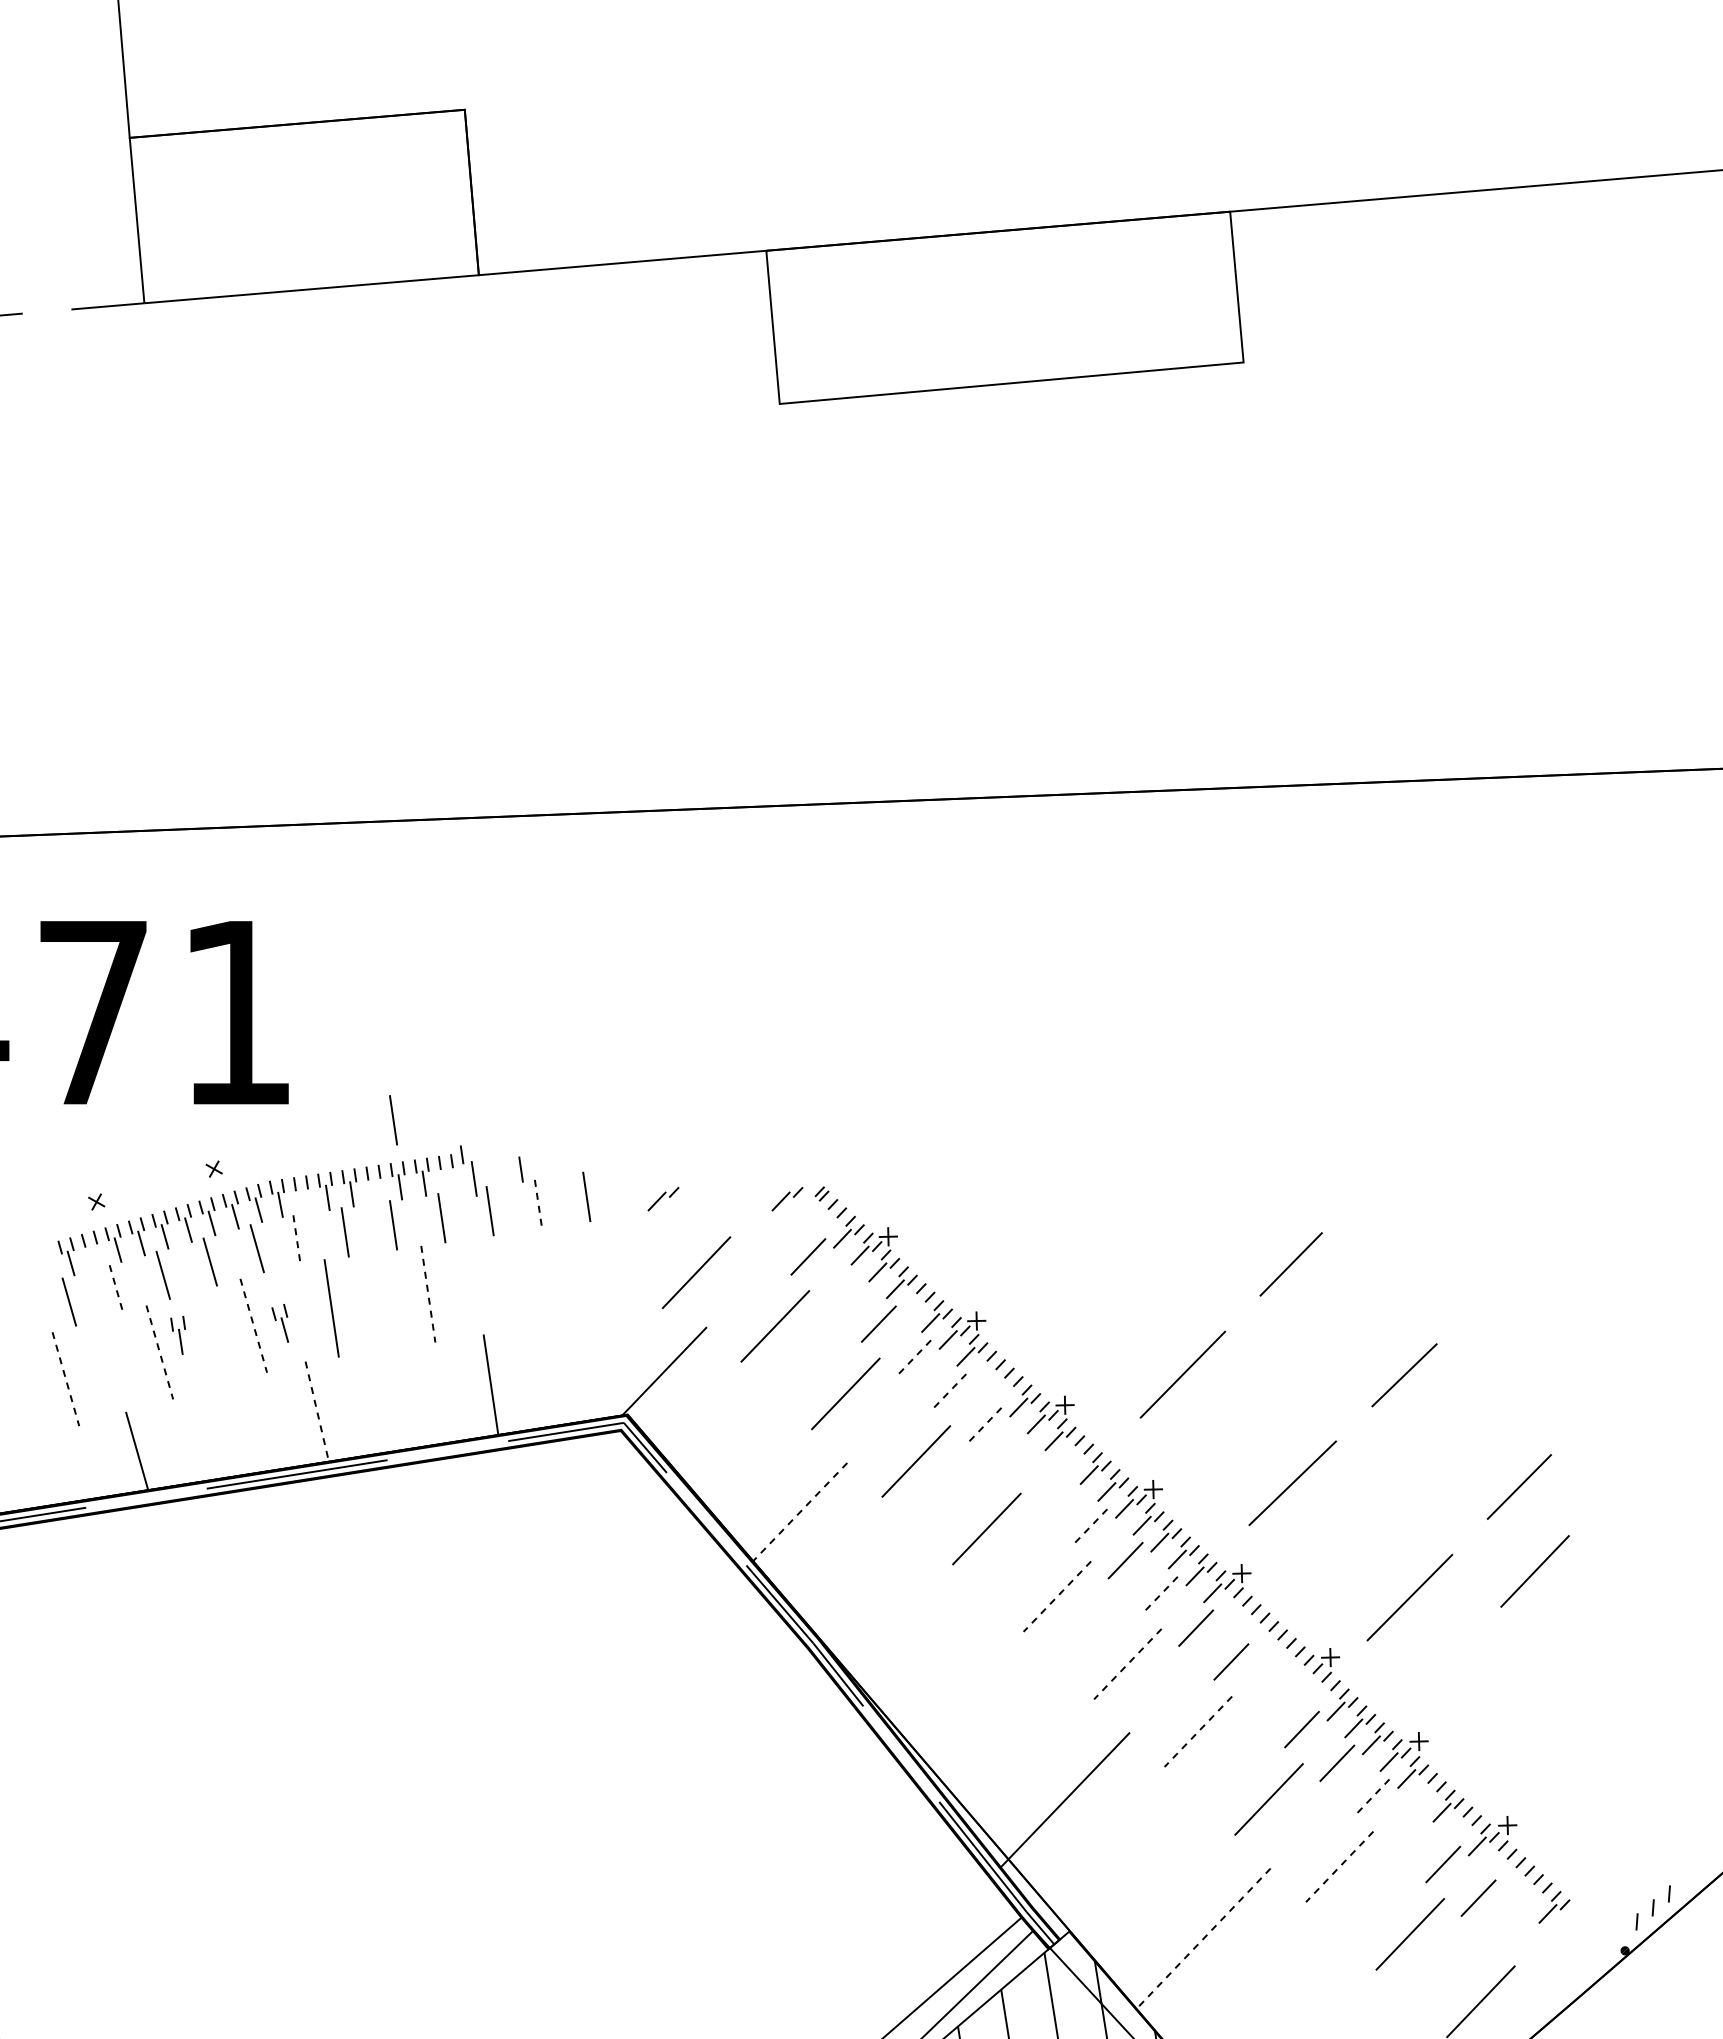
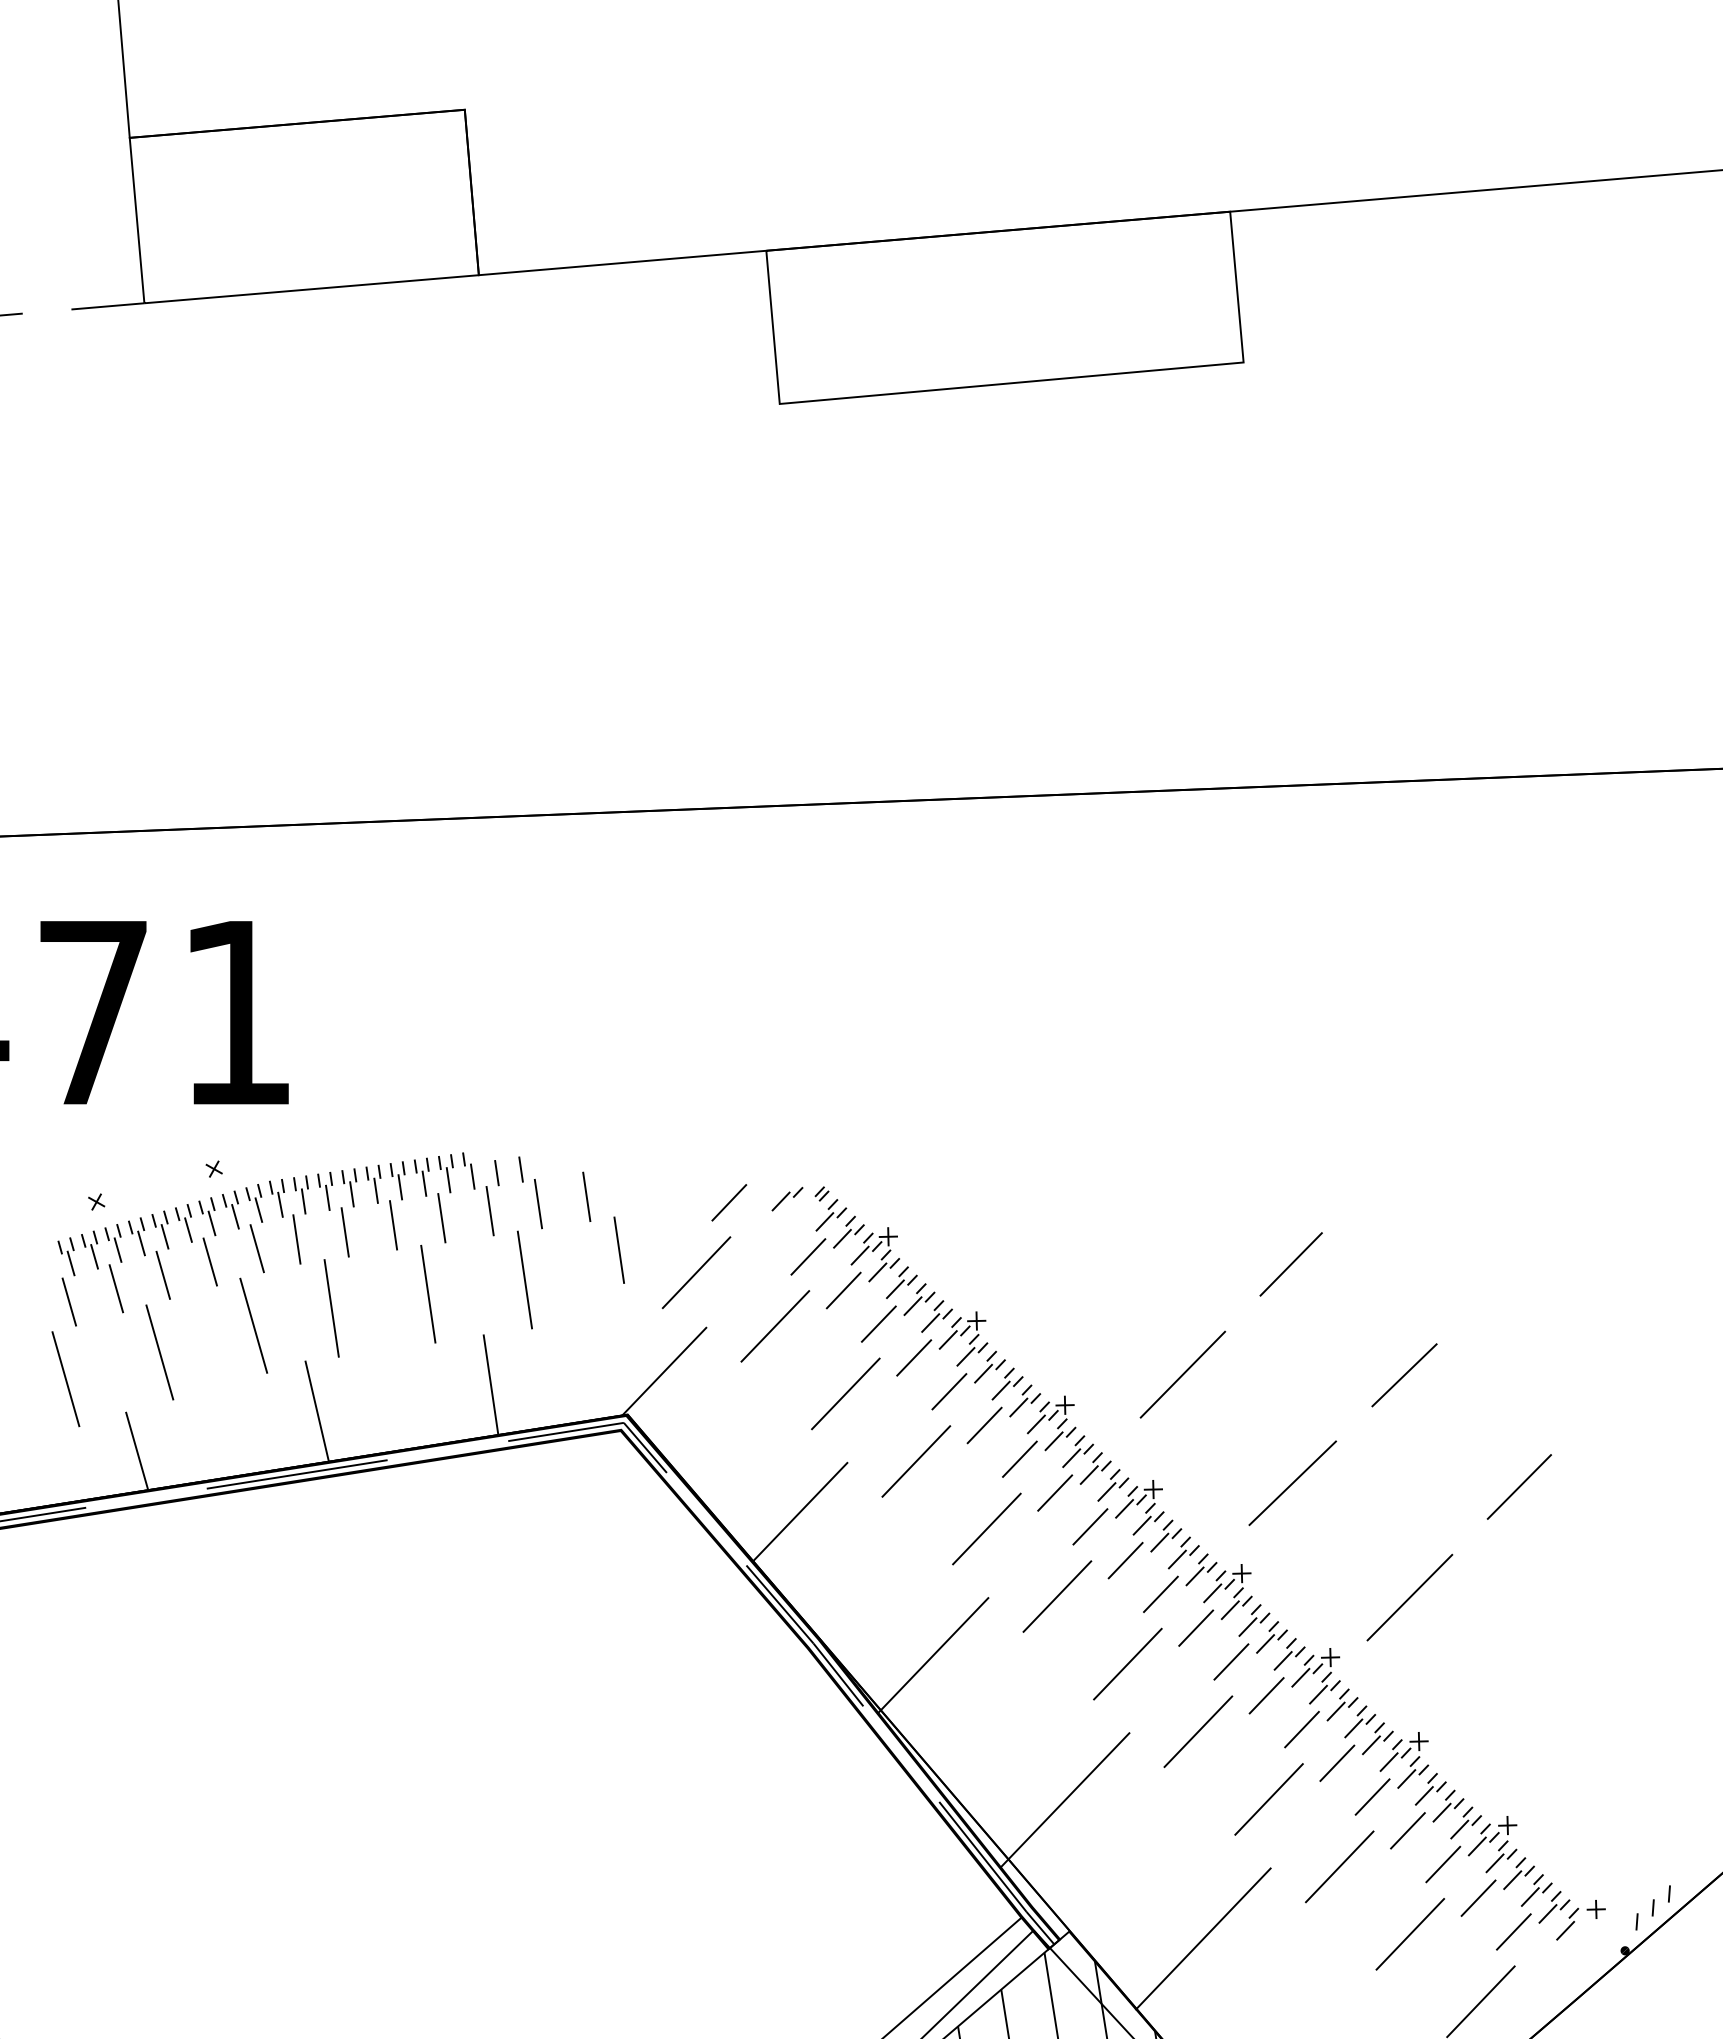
line at (393, 1120): present -> none
part at (468, 1170) size: 18x52 px -> 14x38 px
line at (496, 1173): none -> present
line at (448, 1180): none -> present
line at (375, 1190): none -> present
part at (663, 1199): present -> none
line at (303, 1201): none -> present
line at (729, 1202): none -> present
line at (538, 1204): dashed -> solid
line at (824, 1221): none -> present
line at (297, 1239): dashed -> solid
line at (619, 1249): none -> present
line at (94, 1256): none -> present
line at (524, 1279): none -> present
line at (116, 1289): dashed -> solid
line at (843, 1290): none -> present
line at (428, 1294): dashed -> solid
line at (912, 1305): none -> present
part at (280, 1323): present -> none
line at (253, 1325): dashed -> solid
part at (177, 1335): present -> none
line at (159, 1352): dashed -> solid
line at (913, 1358): dashed -> solid
line at (983, 1373): none -> present
line at (65, 1379): dashed -> solid
line at (1000, 1390): none -> present
line at (949, 1392): dashed -> solid
line at (317, 1412): dashed -> solid
line at (984, 1425): dashed -> solid
line at (1019, 1458): none -> present
line at (1071, 1458): none -> present
line at (1055, 1492): none -> present
line at (799, 1512): dashed -> solid
line at (1090, 1527): dashed -> solid
line at (1534, 1571): present -> none
line at (1160, 1594): dashed -> solid
line at (1057, 1596): dashed -> solid
line at (1229, 1610): none -> present
line at (1247, 1626): none -> present
line at (1265, 1643): none -> present
line at (933, 1655): none -> present
line at (1282, 1660): none -> present
line at (1127, 1664): dashed -> solid
line at (1300, 1677): none -> present
line at (1318, 1694): none -> present
line at (1266, 1695): none -> present
line at (1198, 1731): dashed -> solid
line at (1423, 1795): none -> present
line at (1372, 1797): dashed -> solid
line at (1459, 1829): none -> present
line at (1407, 1830): none -> present
line at (1494, 1863): none -> present
line at (1339, 1866): dashed -> solid
line at (1512, 1879): none -> present
line at (1529, 1896): none -> present
part at (1574, 1921): none -> present
line at (1513, 1931): none -> present
line at (1203, 1939): dashed -> solid
